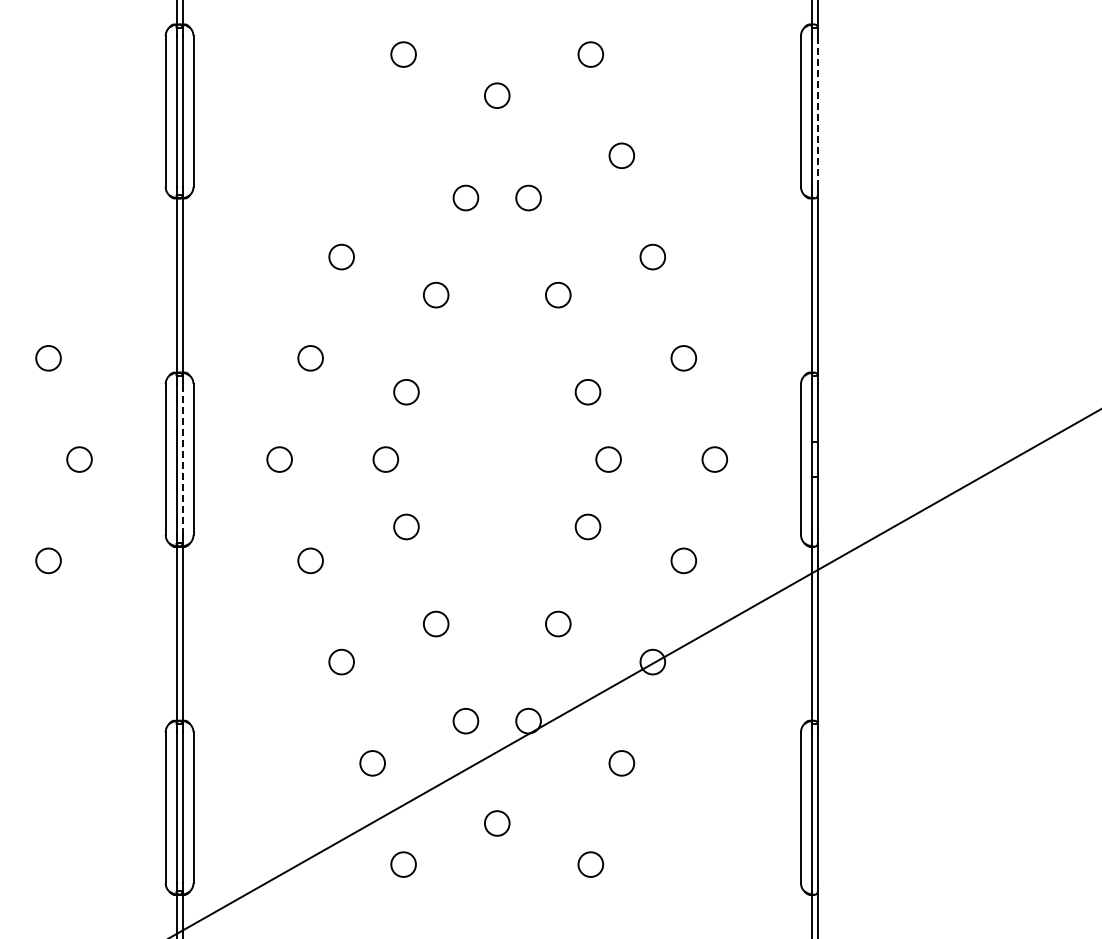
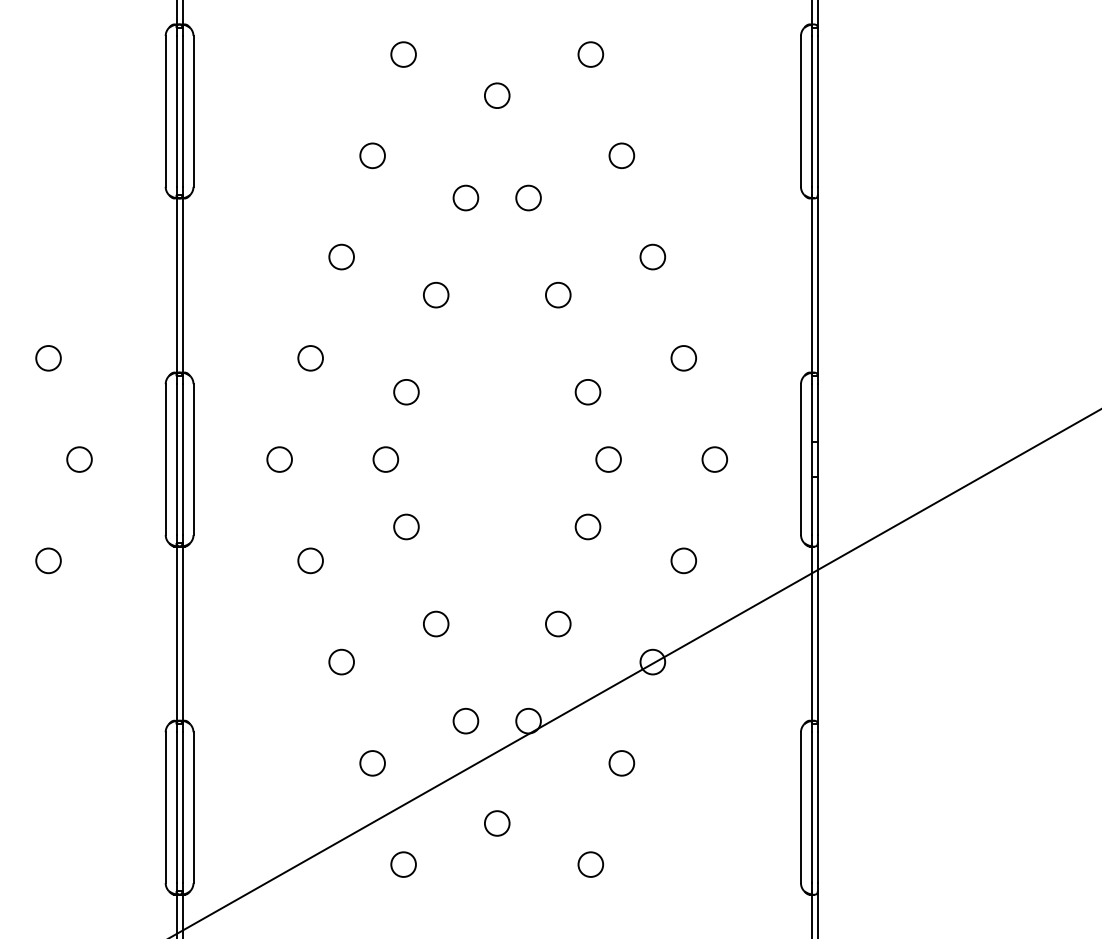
line at (817, 110): dashed -> solid
circle at (372, 155): none -> present
line at (182, 459): dashed -> solid
